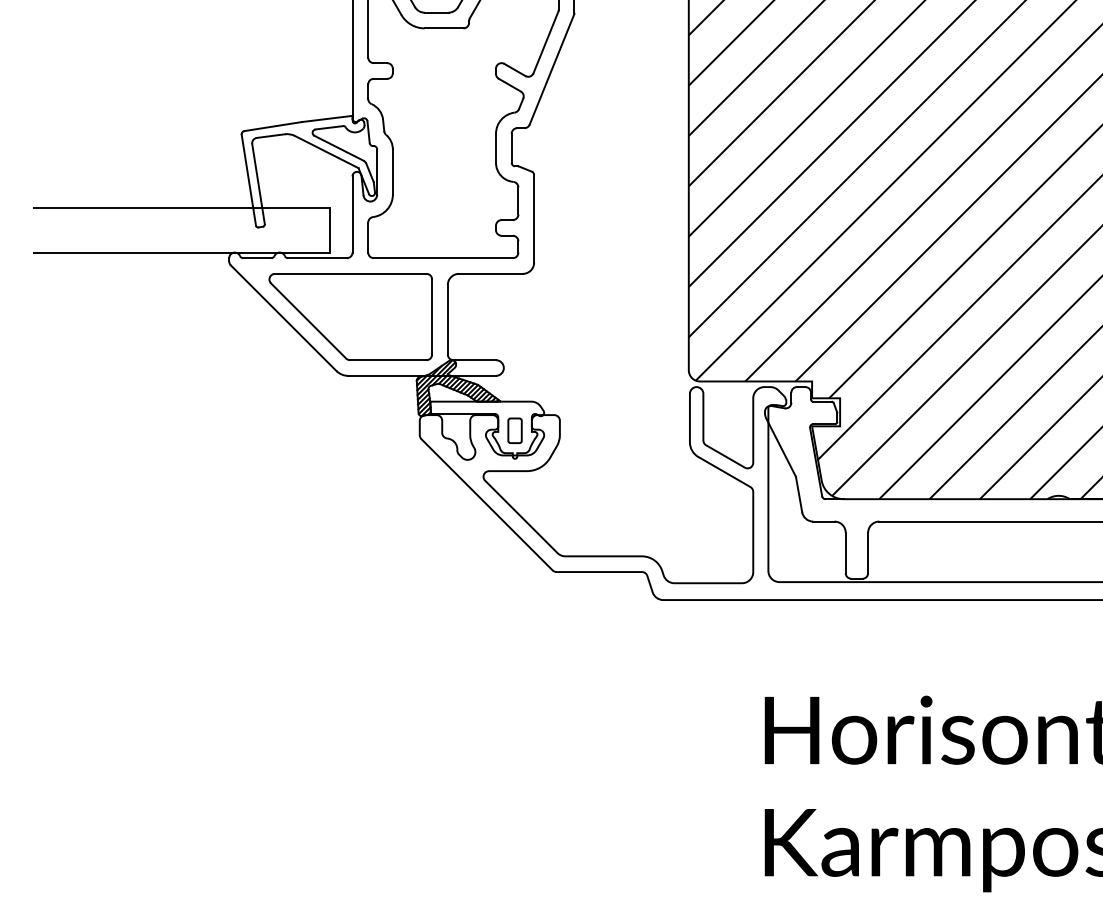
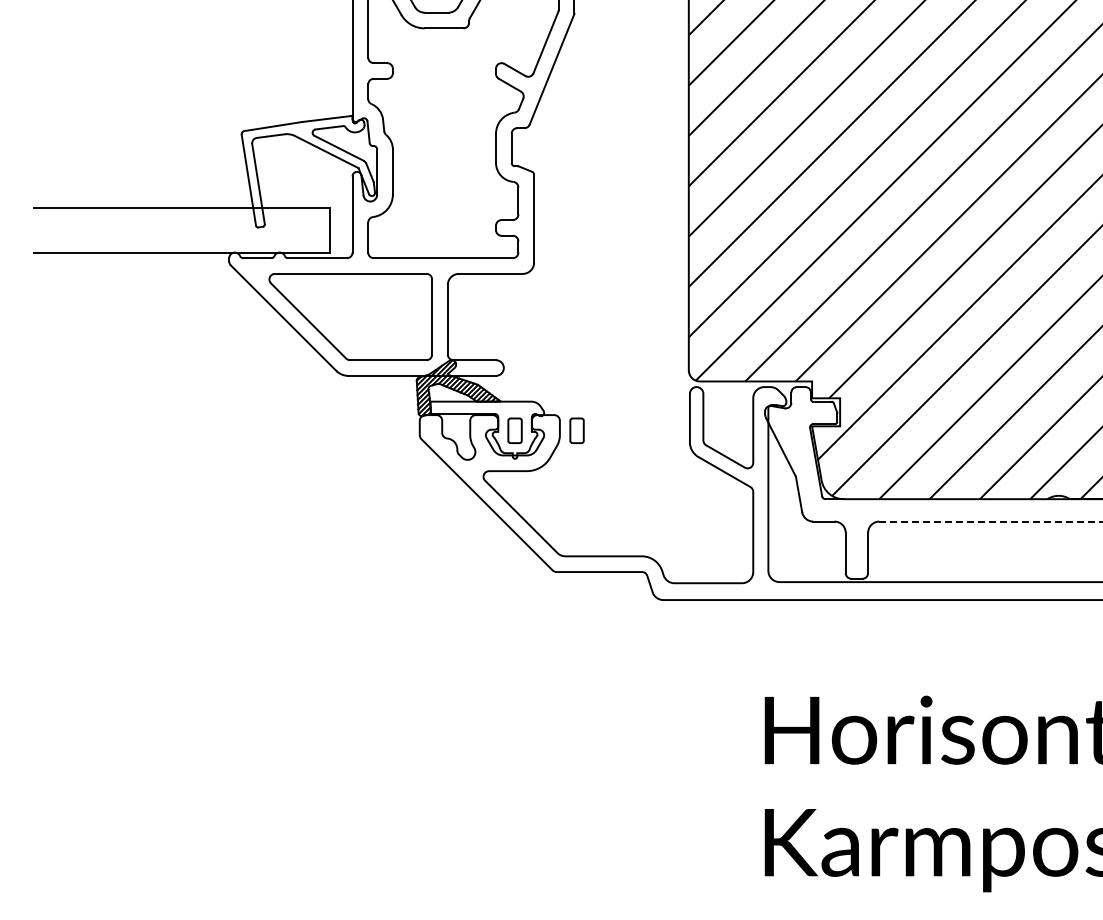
part at (576, 430): none -> present
line at (990, 521): solid -> dashed
